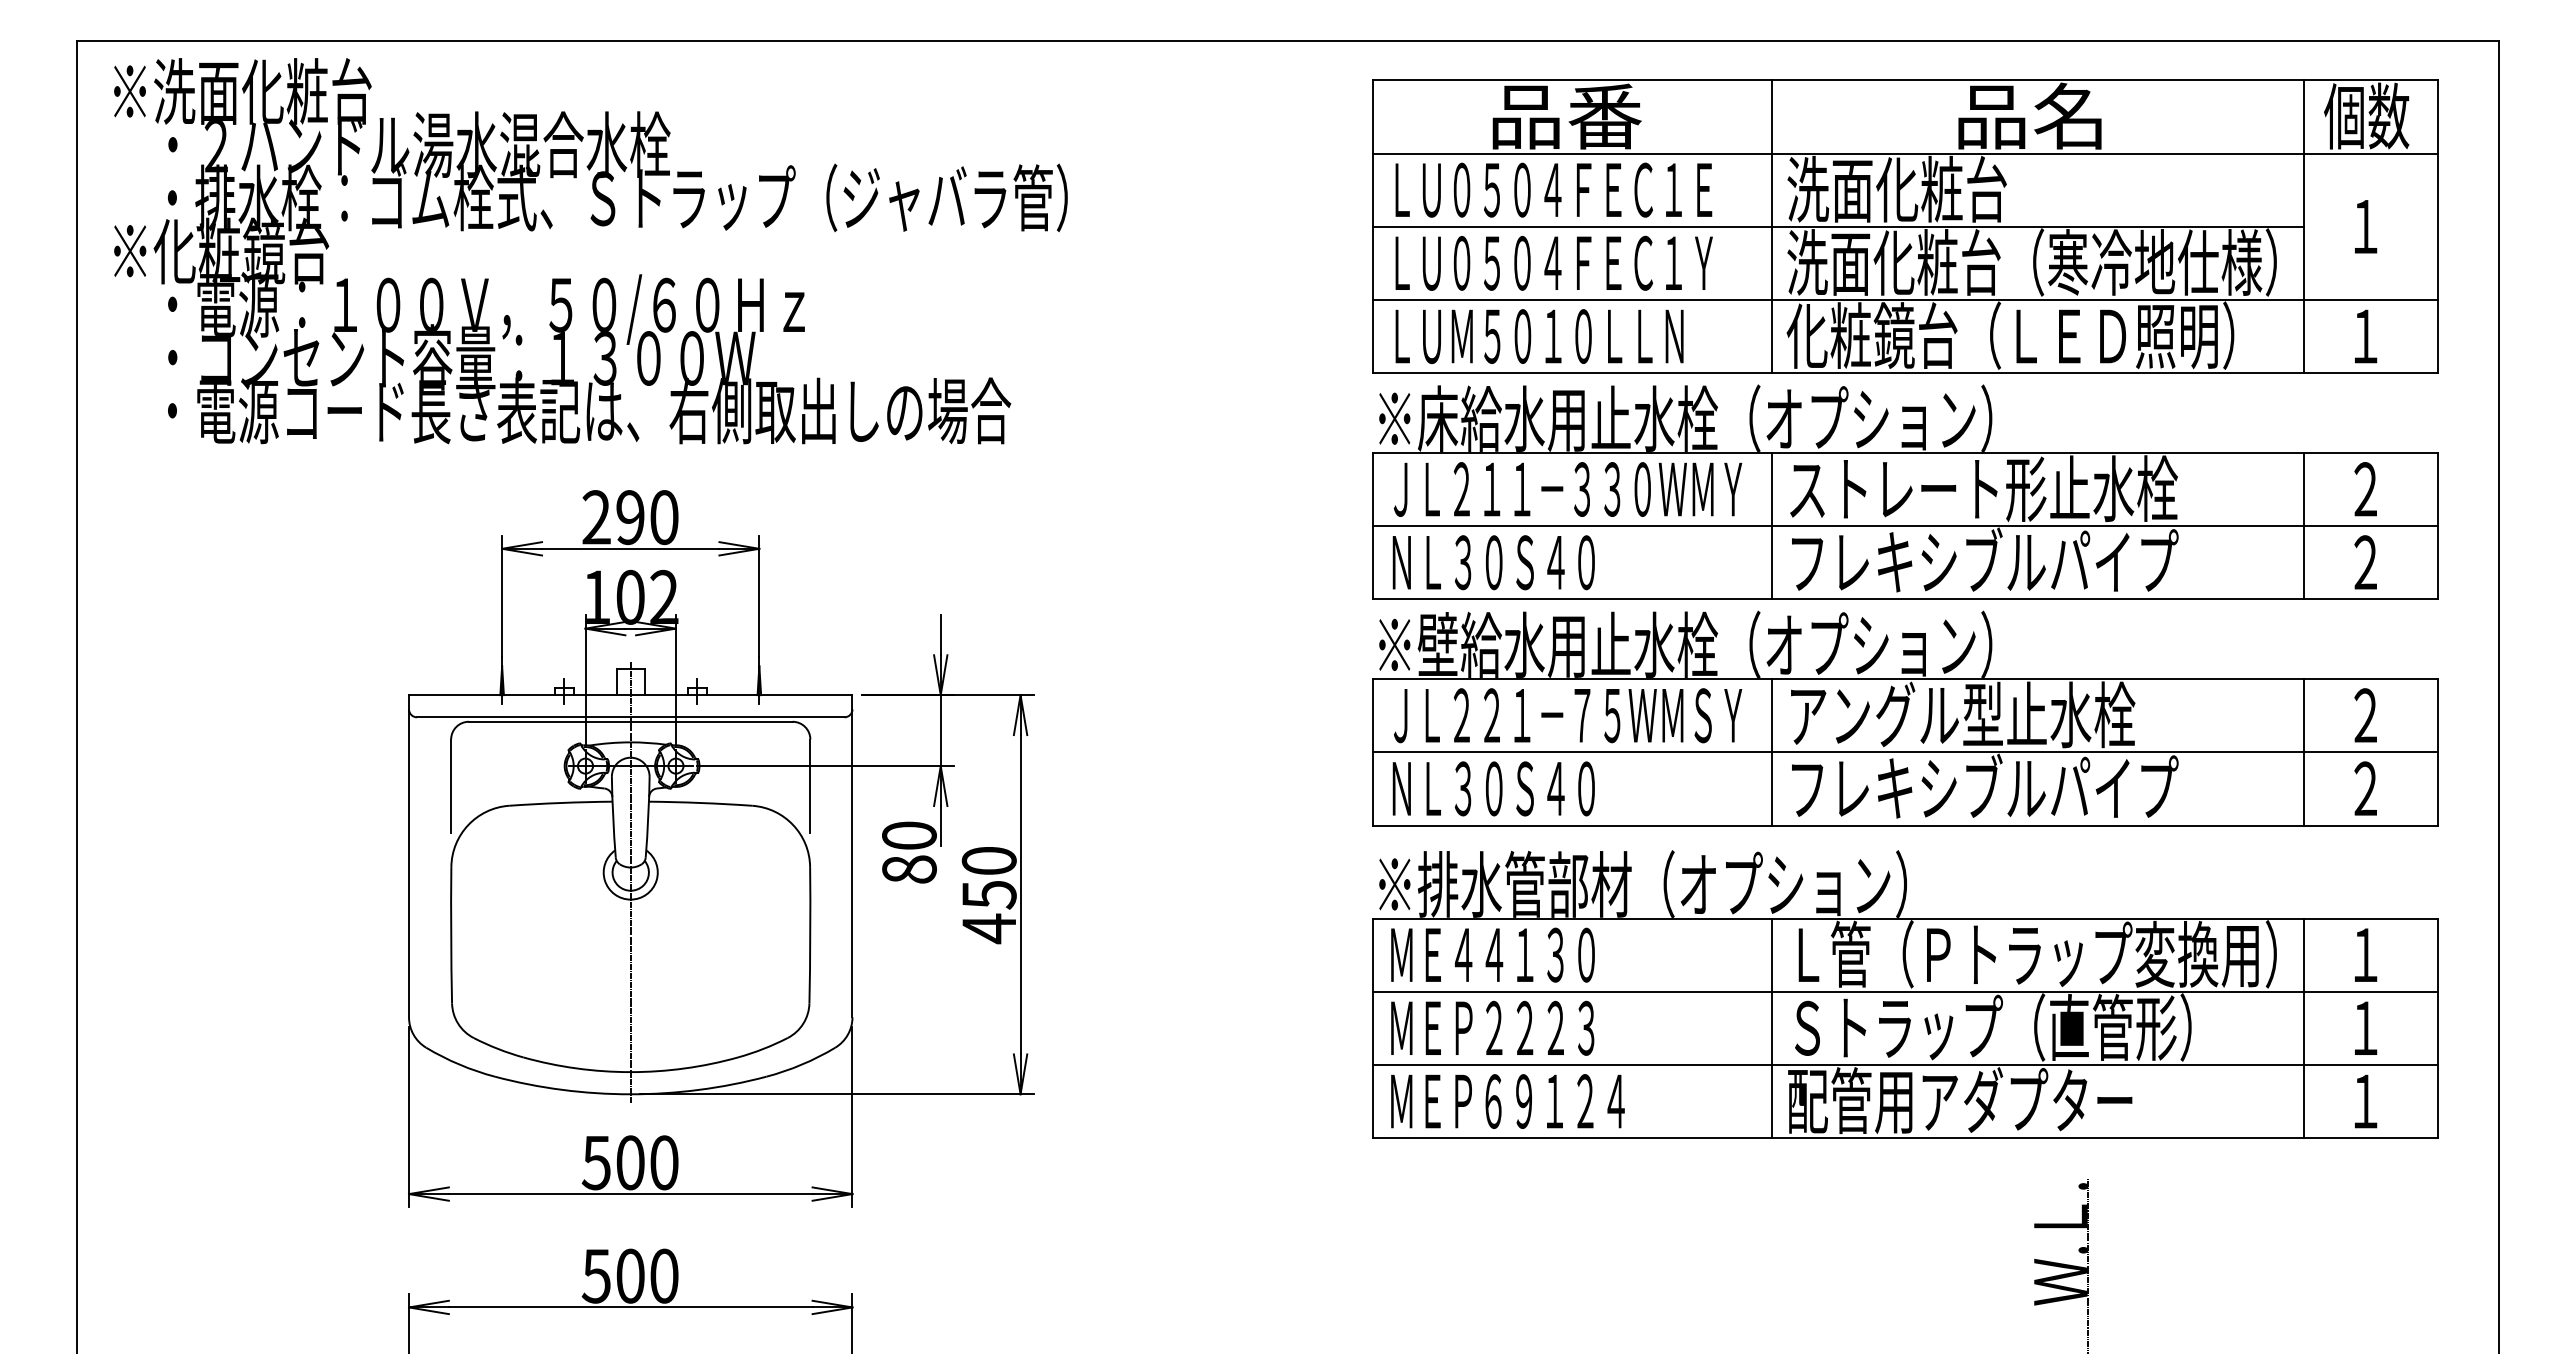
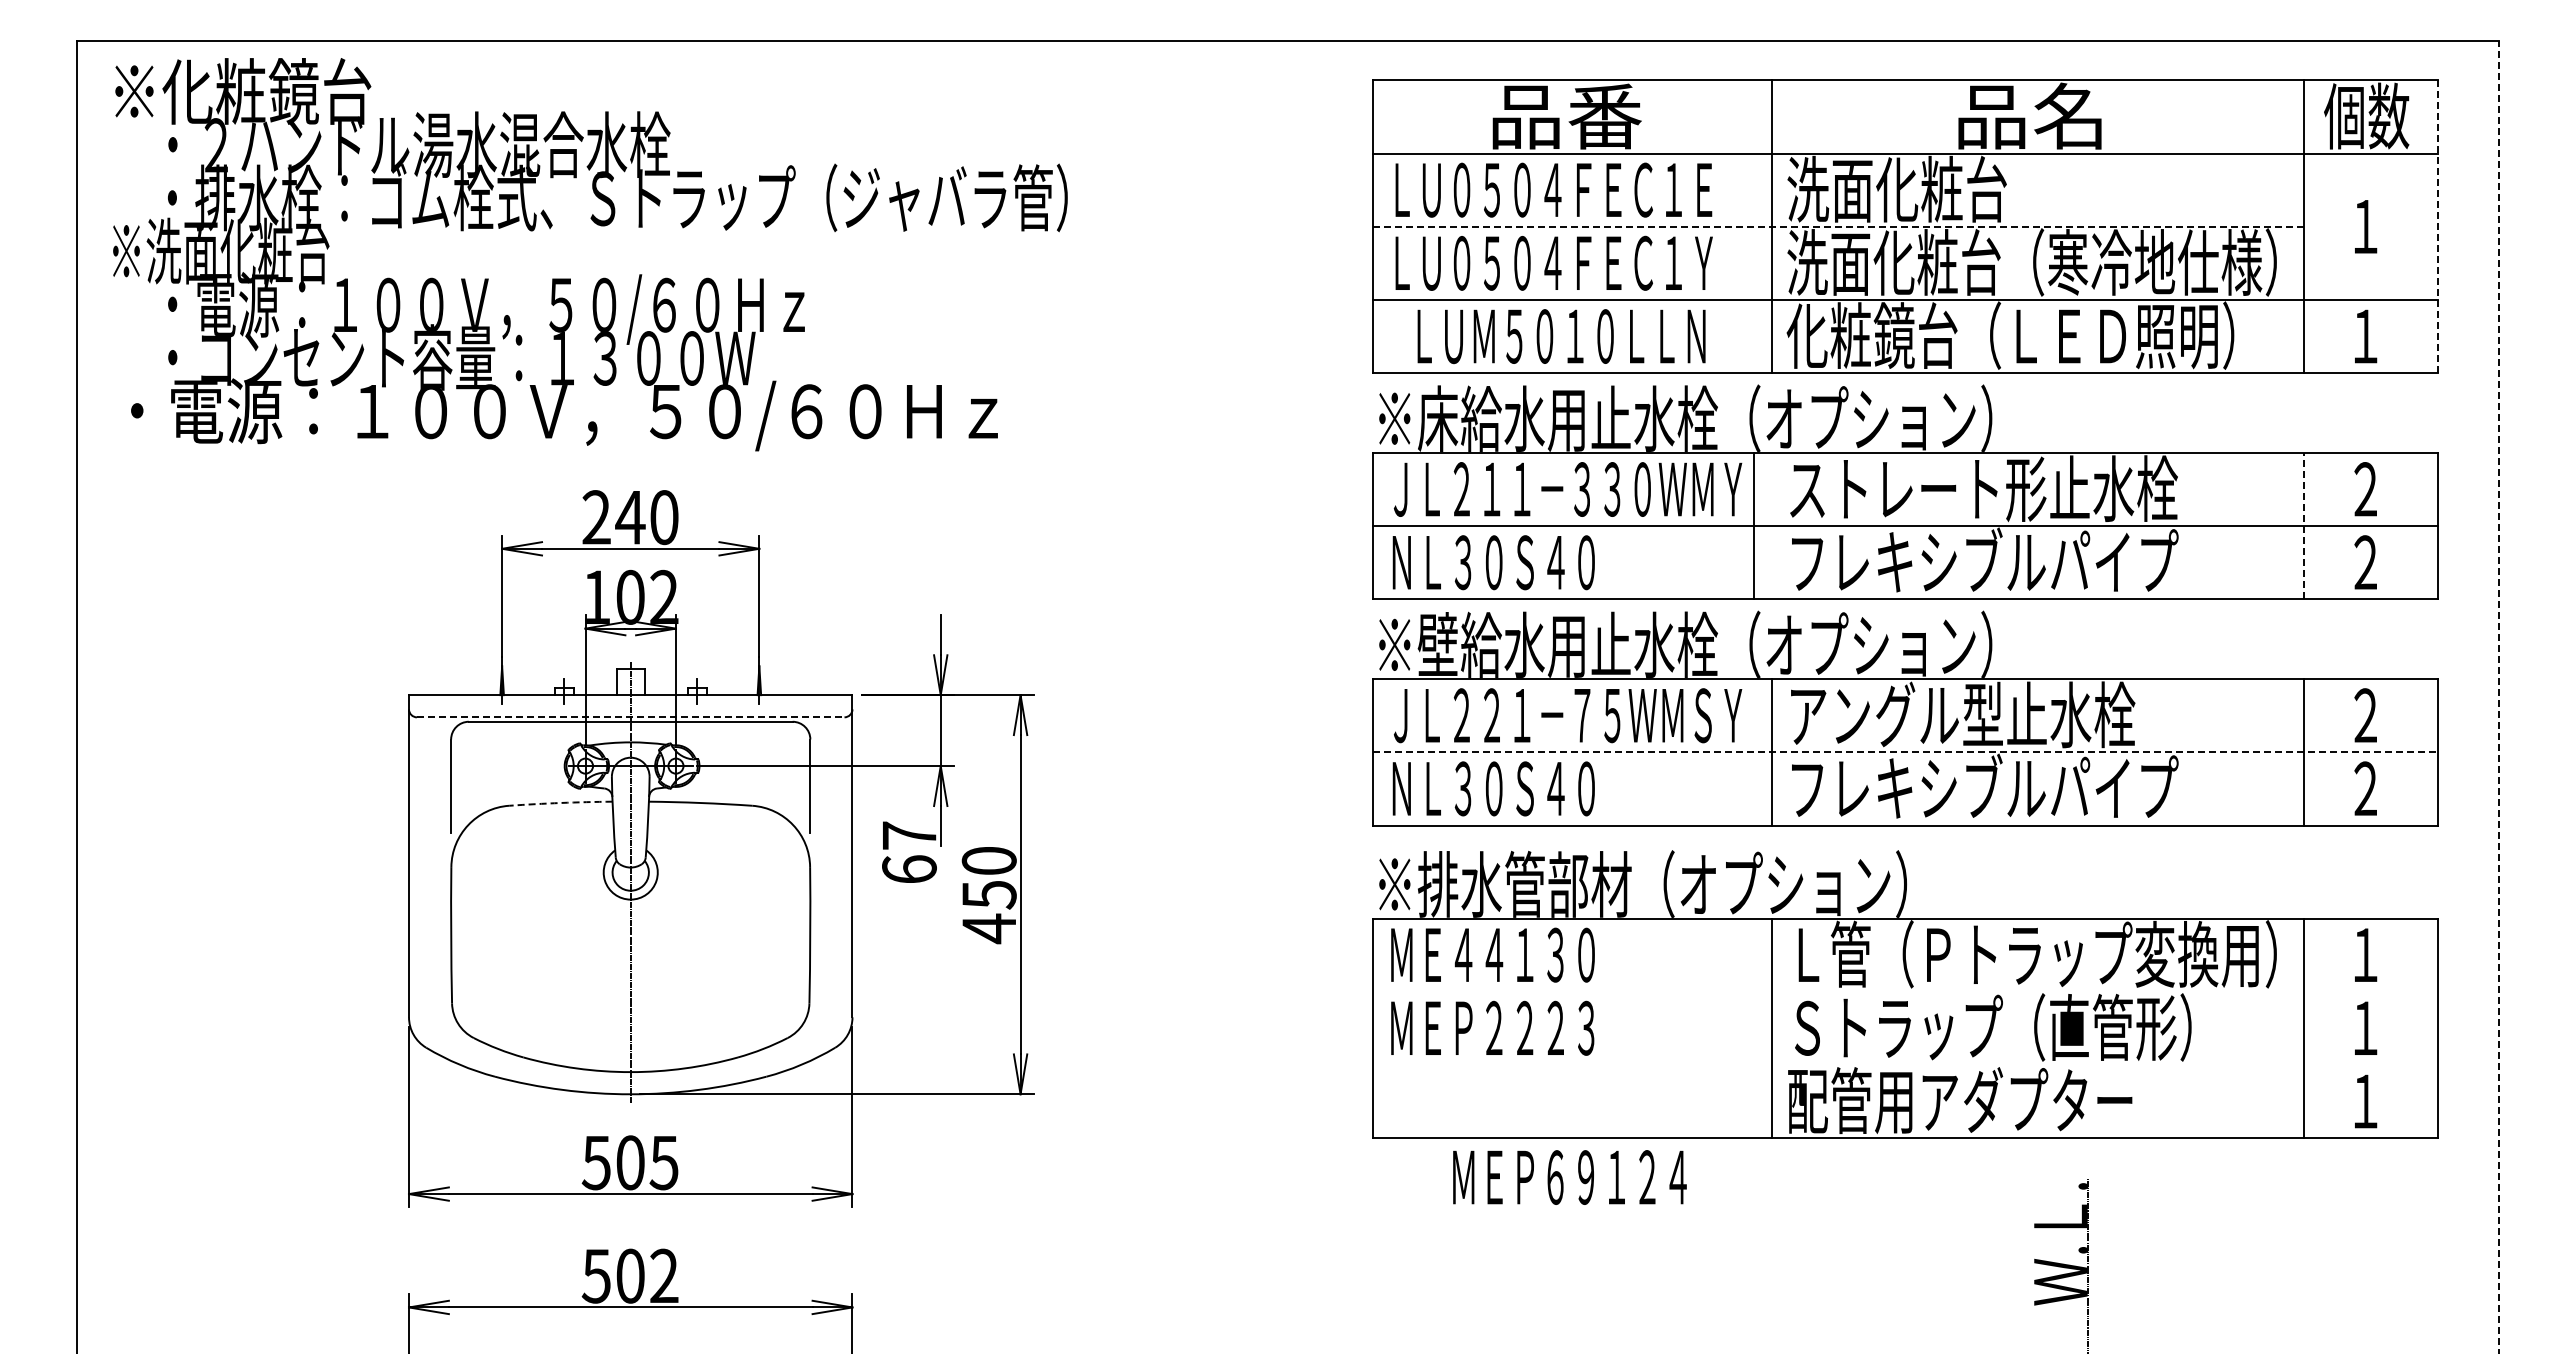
text at (242, 91): ※洗面化粧台 -> ※化粧鏡台
line at (1838, 226): solid -> dashed
line at (2437, 226): solid -> dashed
text at (221, 250): ※化粧鏡台 -> ※洗面化粧台
text at (1539, 336) position: (1539, 336) -> (1561, 336)
text at (571, 414): ・電源コード長さ表記は、右側取出しの場合 -> ・電源：１００Ｖ，５０/６０Ｈｚ
text at (630, 517): 290 -> 240
line at (2304, 525): solid -> dashed
line at (1772, 526) position: (1772, 526) -> (1754, 526)
line at (2498, 696): solid -> dashed
line at (630, 717): solid -> dashed
line at (1905, 752): solid -> dashed
arc at (560, 802): solid -> dashed
text at (909, 852): 80 -> 67
line at (1905, 991): present -> none
line at (1905, 1065): present -> none
text at (1507, 1101) position: (1507, 1101) -> (1569, 1177)
text at (663, 1162): 500 -> 505
text at (664, 1275): 500 -> 502
